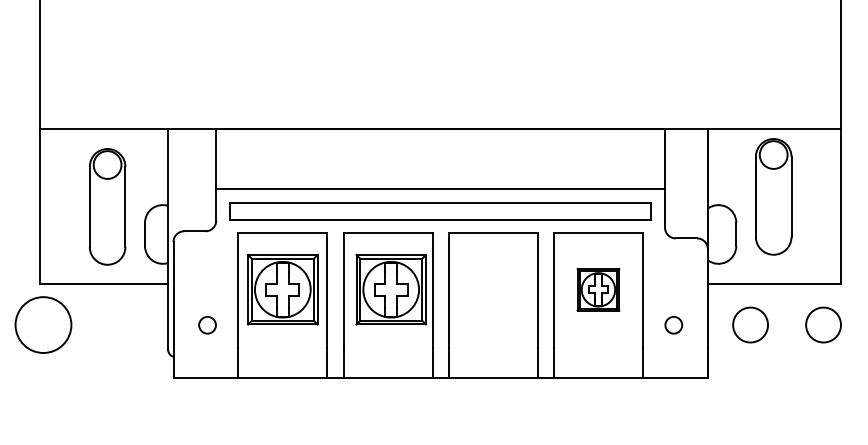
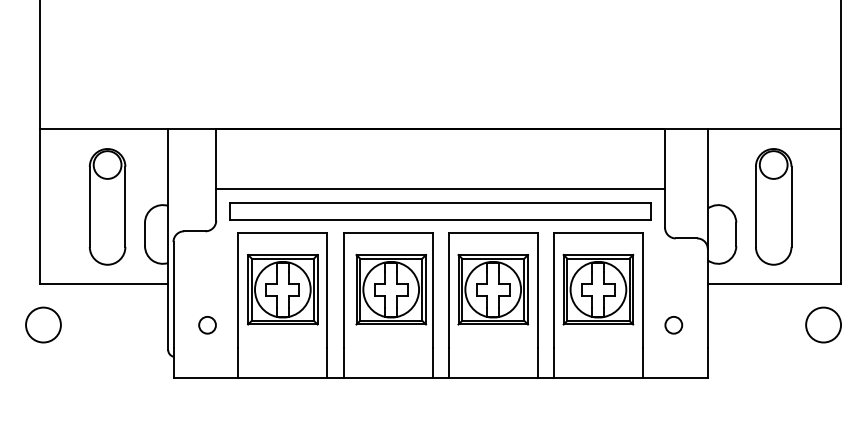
part at (773, 196) position: (773, 196) -> (773, 206)
part at (493, 289): none -> present
part at (598, 289) size: 45x44 px -> 73x72 px
circle at (43, 324) diameter: 56 px -> 35 px
circle at (750, 324): present -> none
